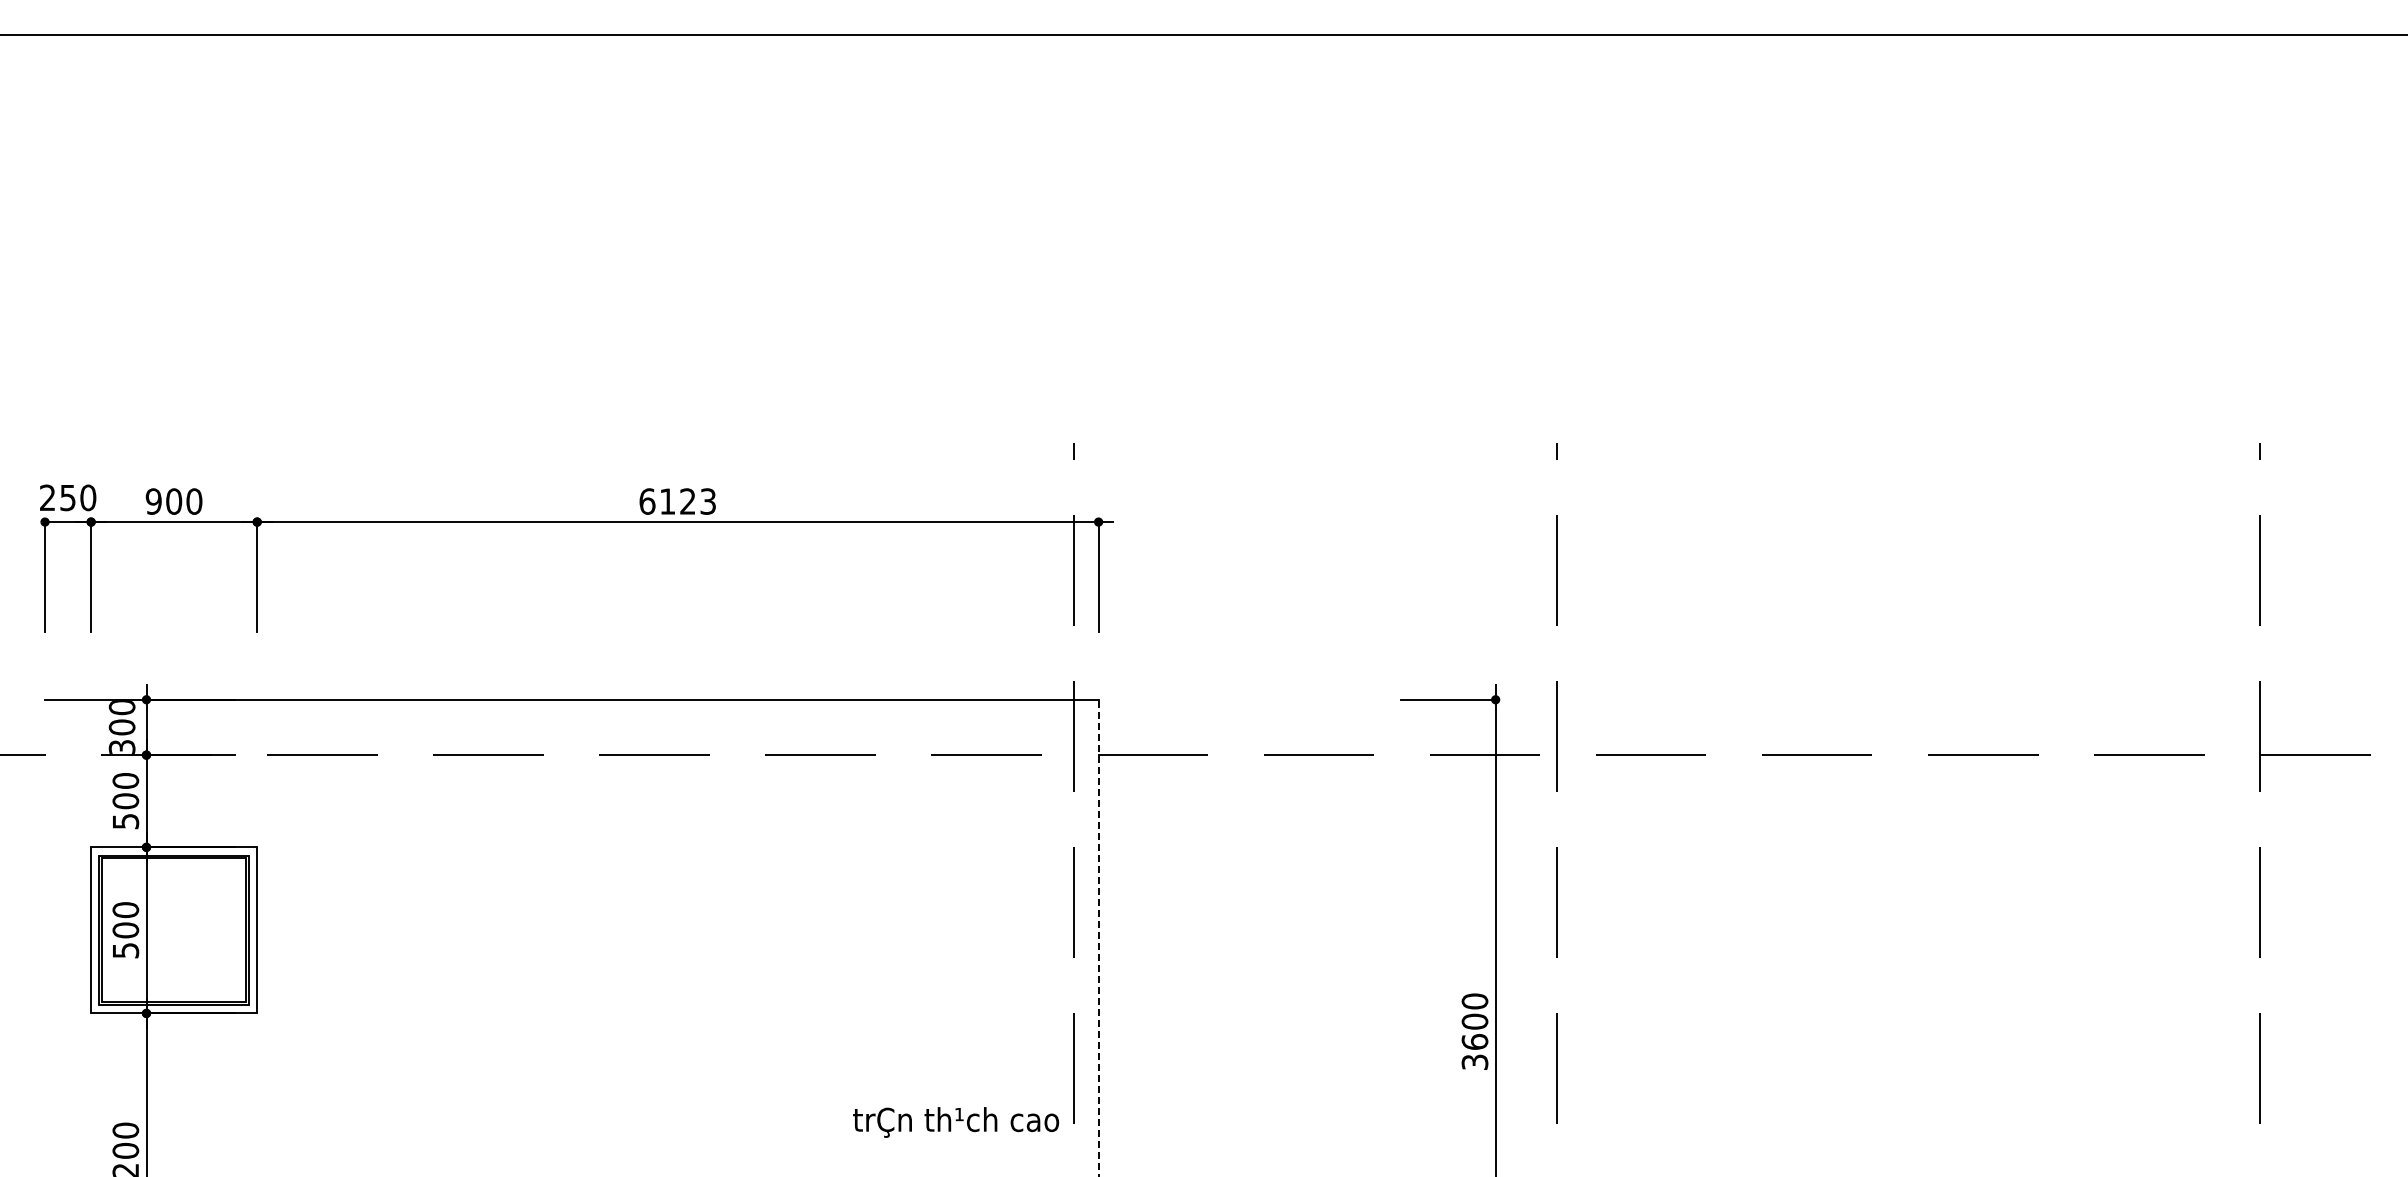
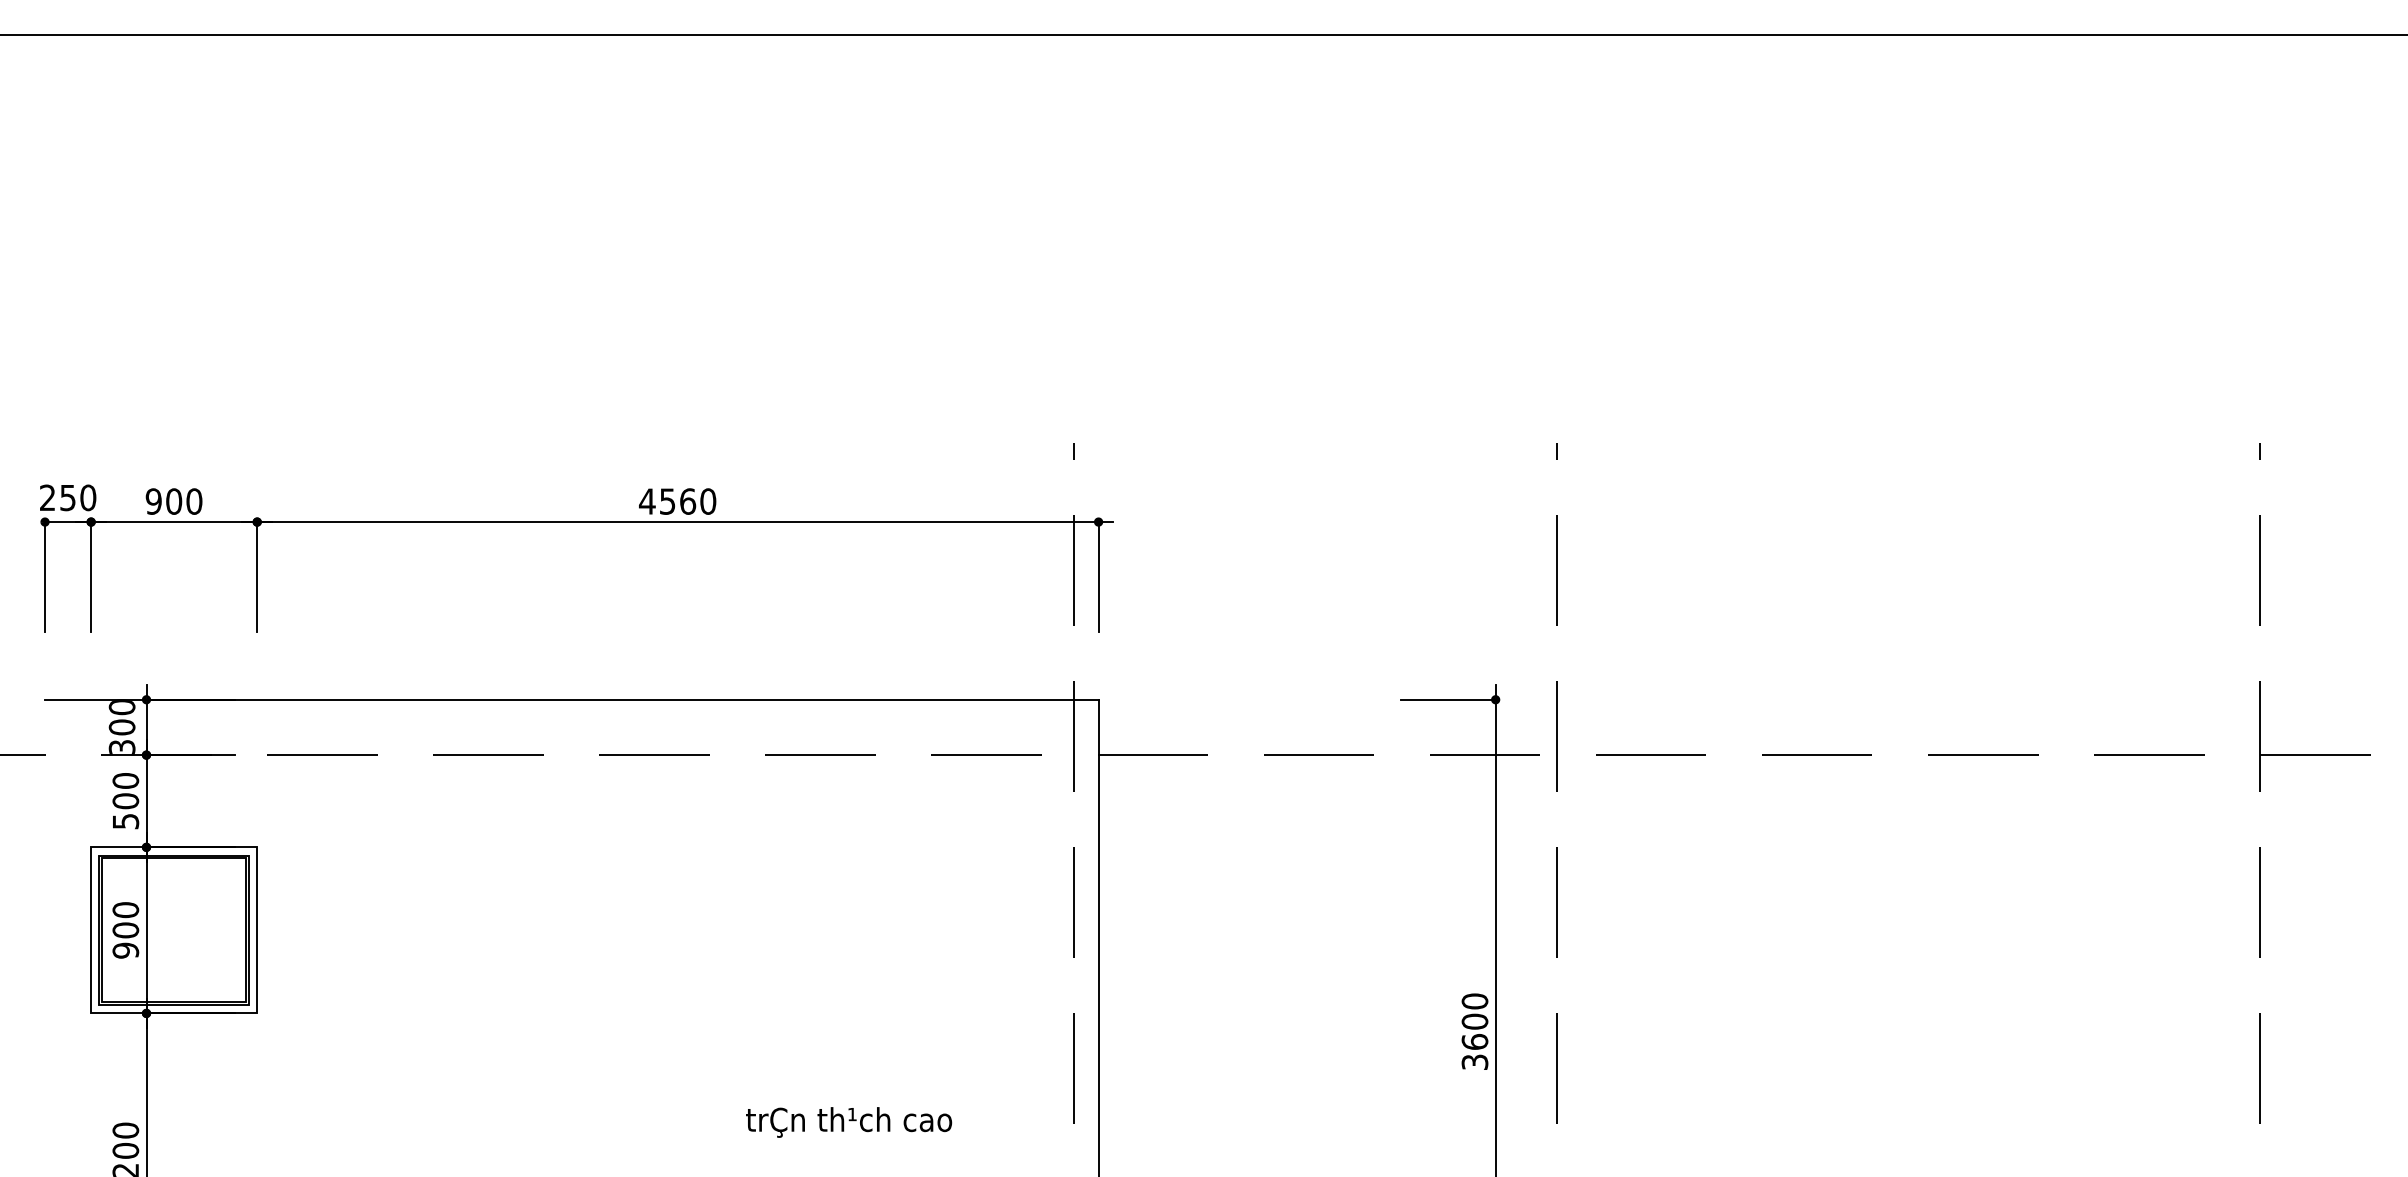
text at (677, 501): 6123 -> 4560
line at (1098, 937): dashed -> solid
text at (125, 950): 500 -> 900
text at (956, 1122) position: (956, 1122) -> (849, 1122)
